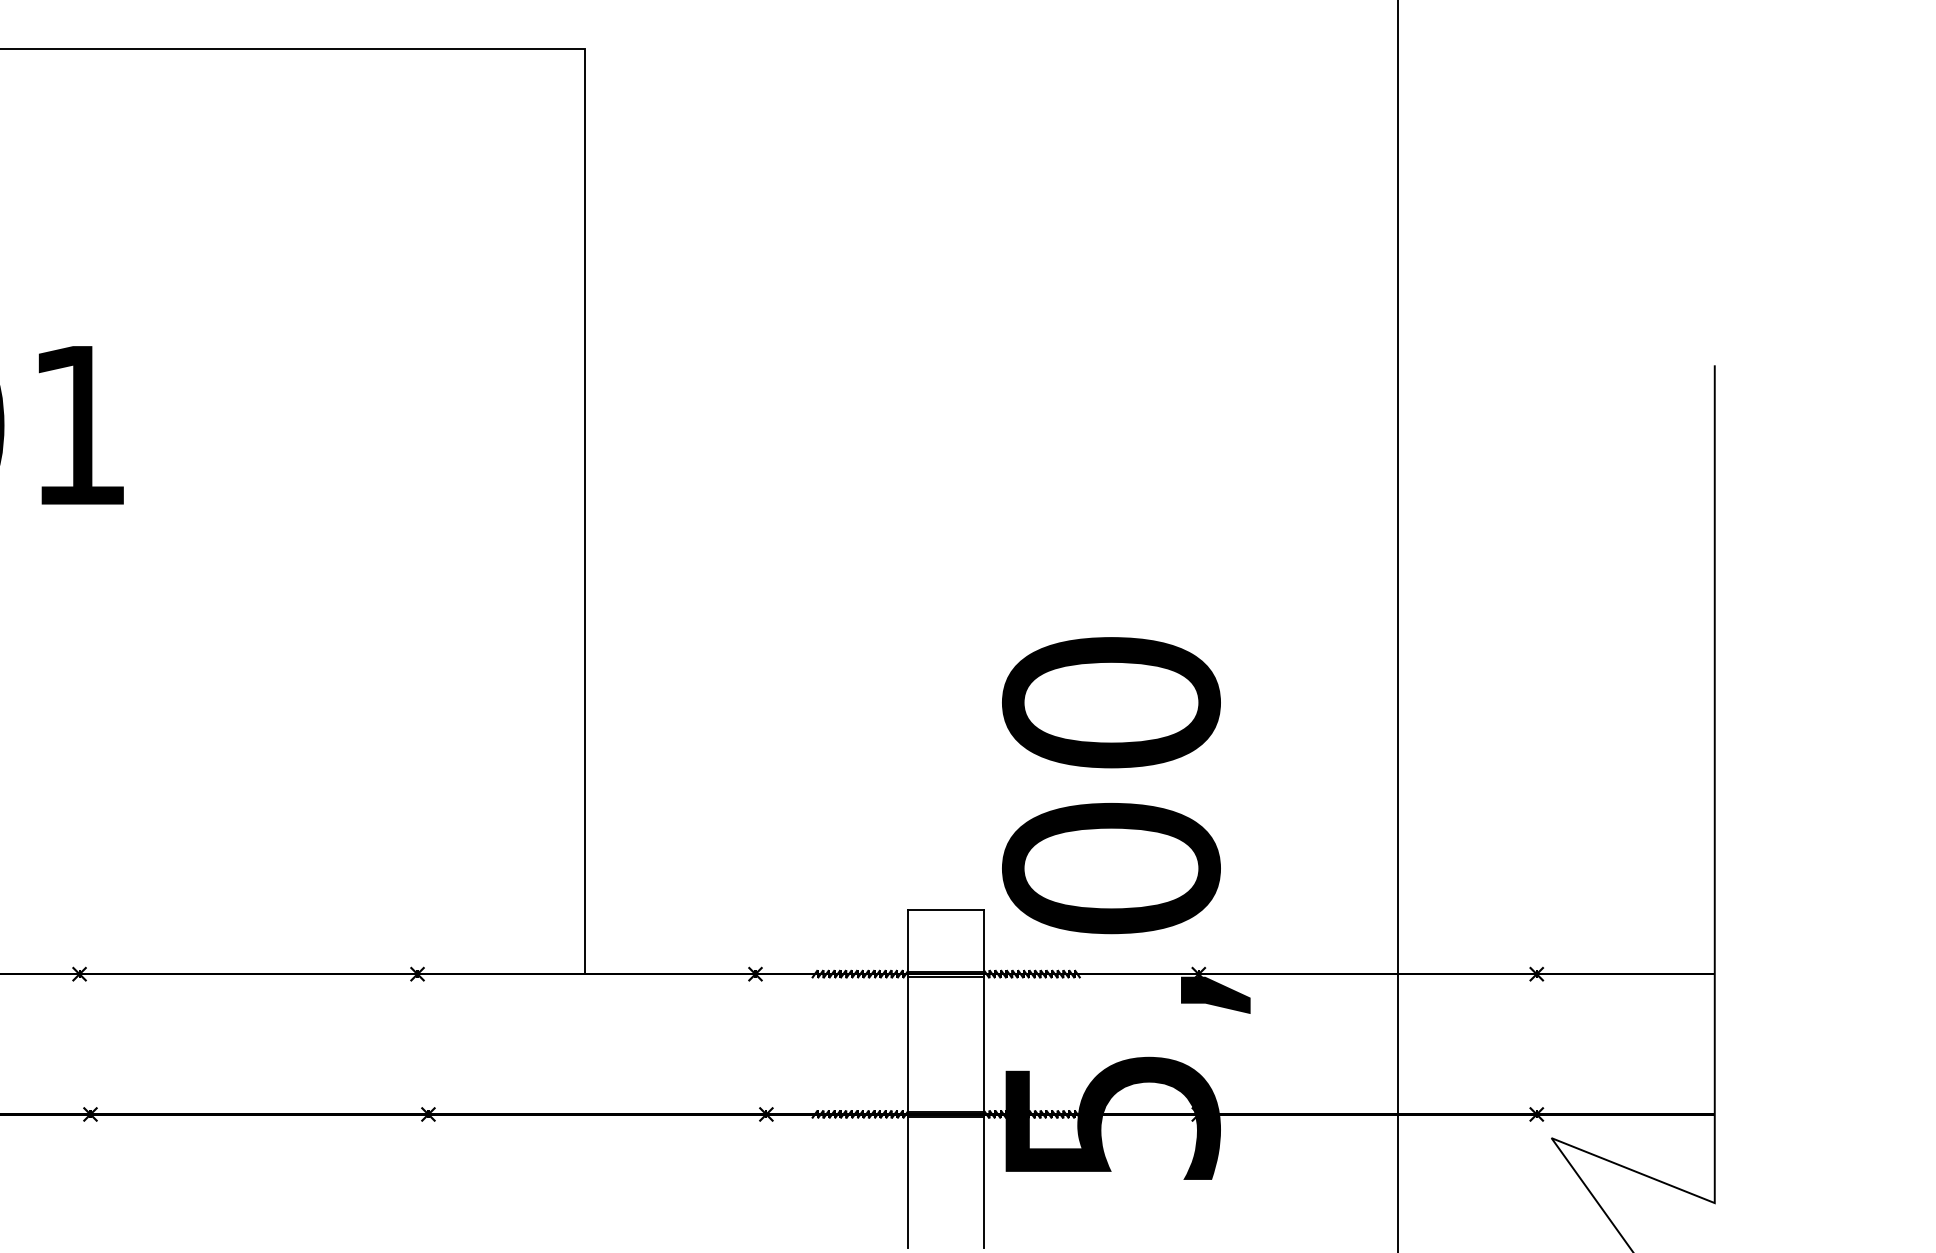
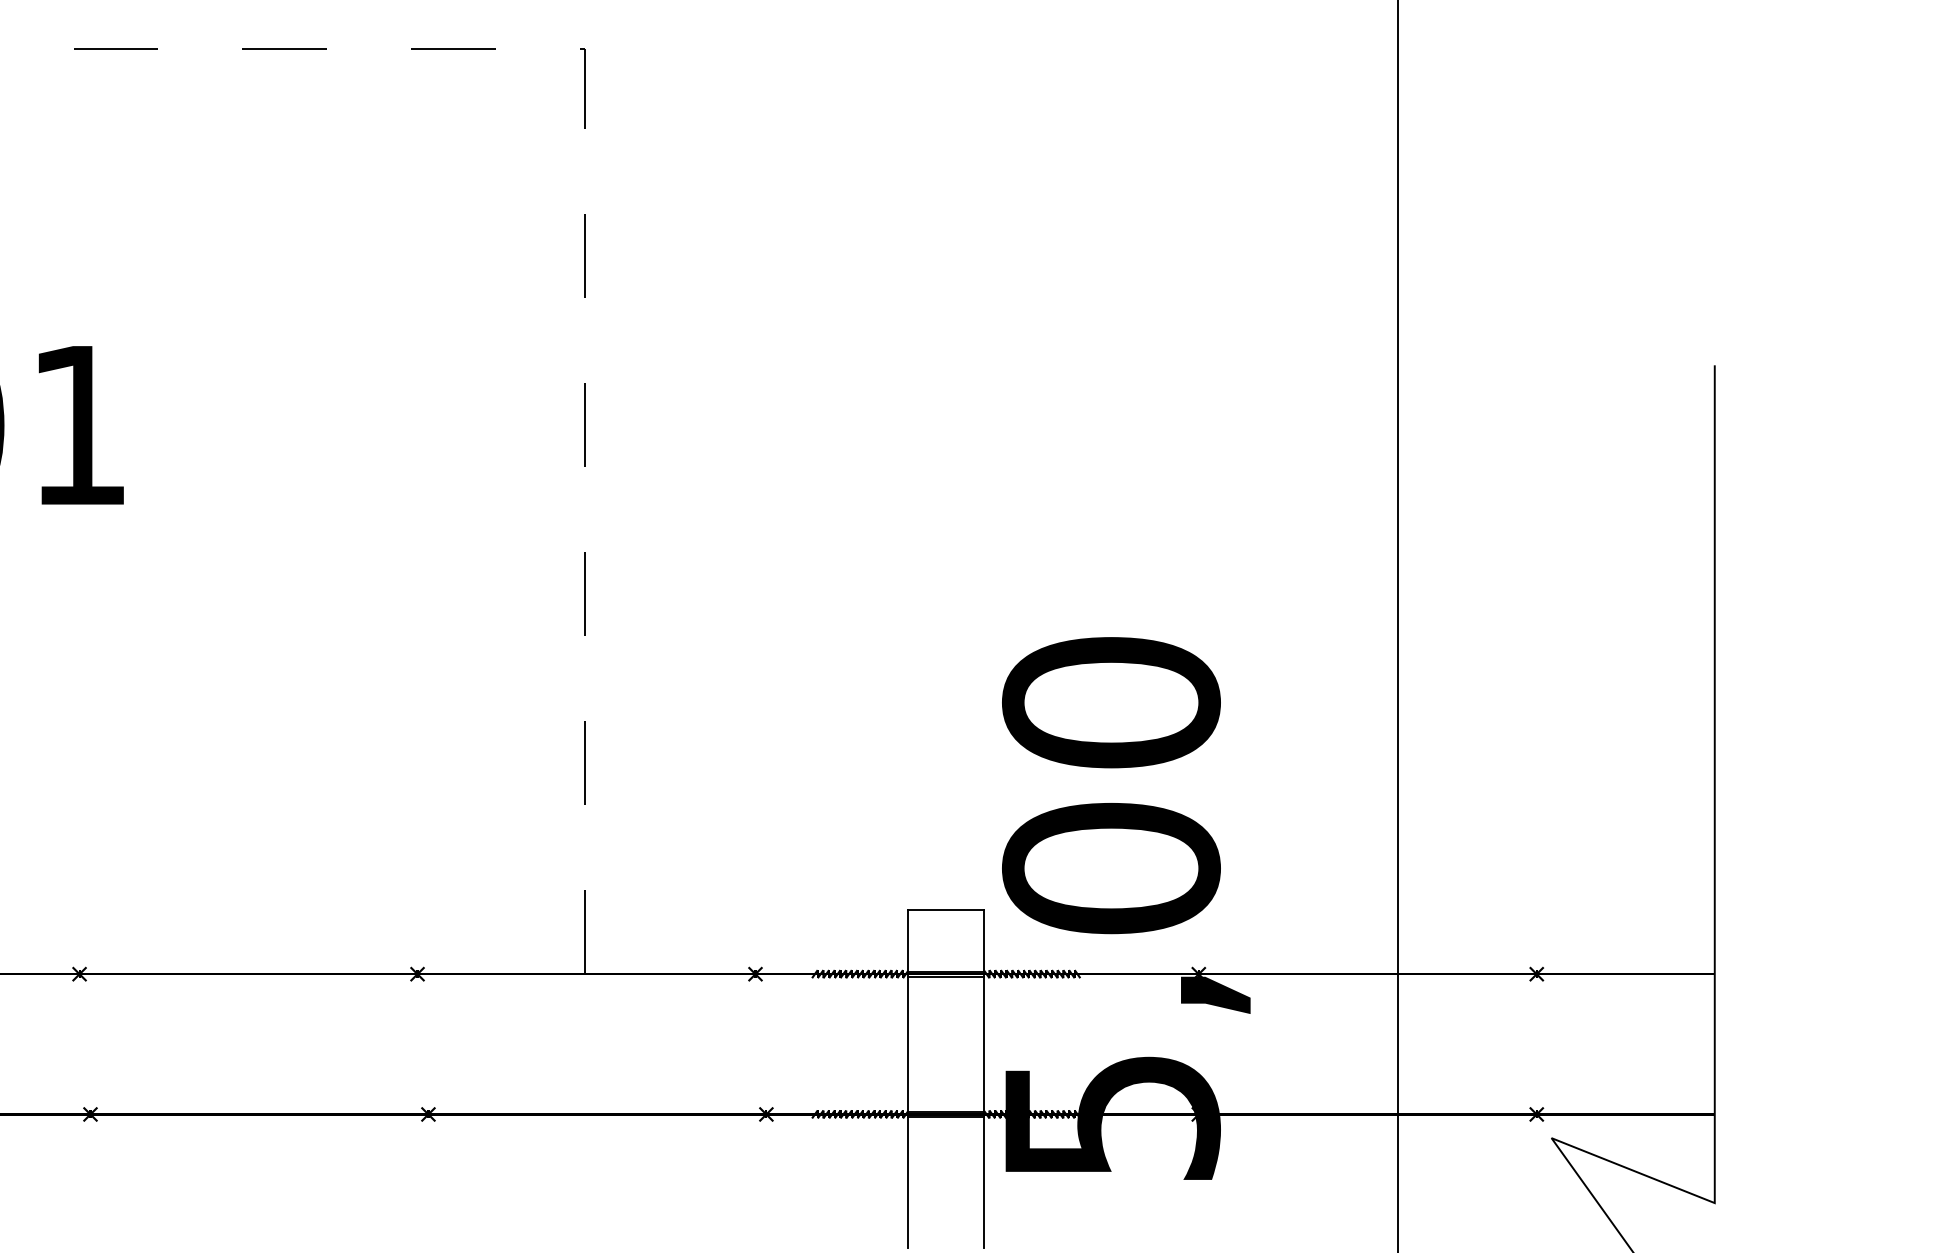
line at (584, 218): solid -> dashed
